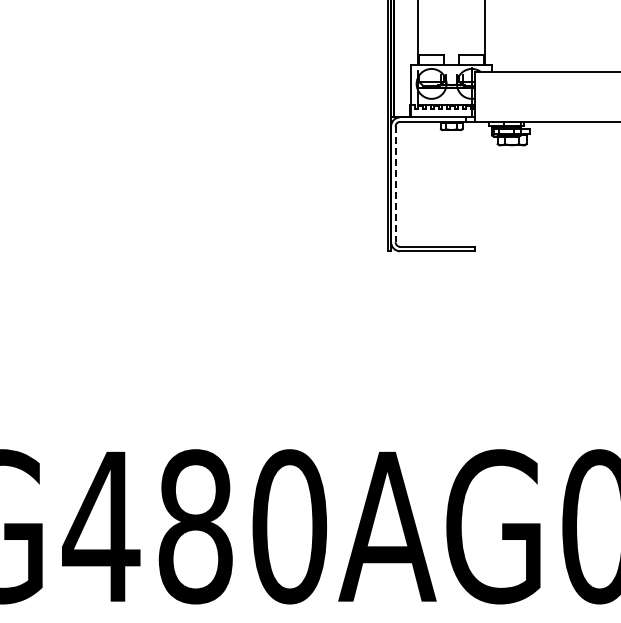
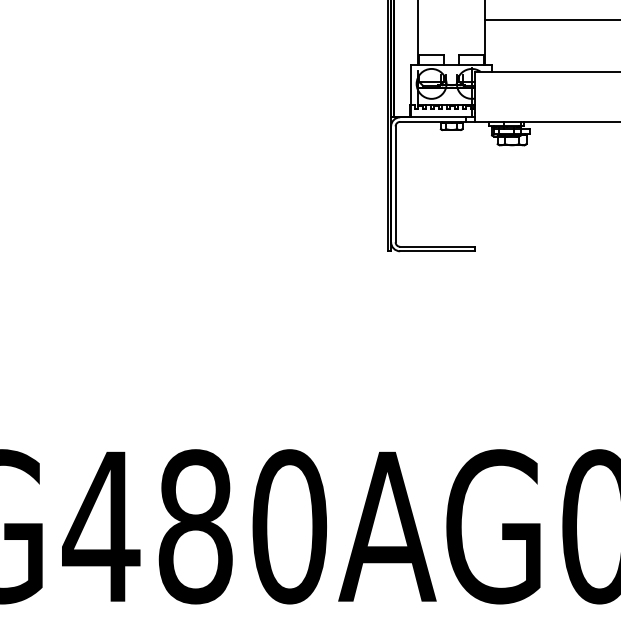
line at (551, 20): none -> present
line at (395, 184): dashed -> solid
